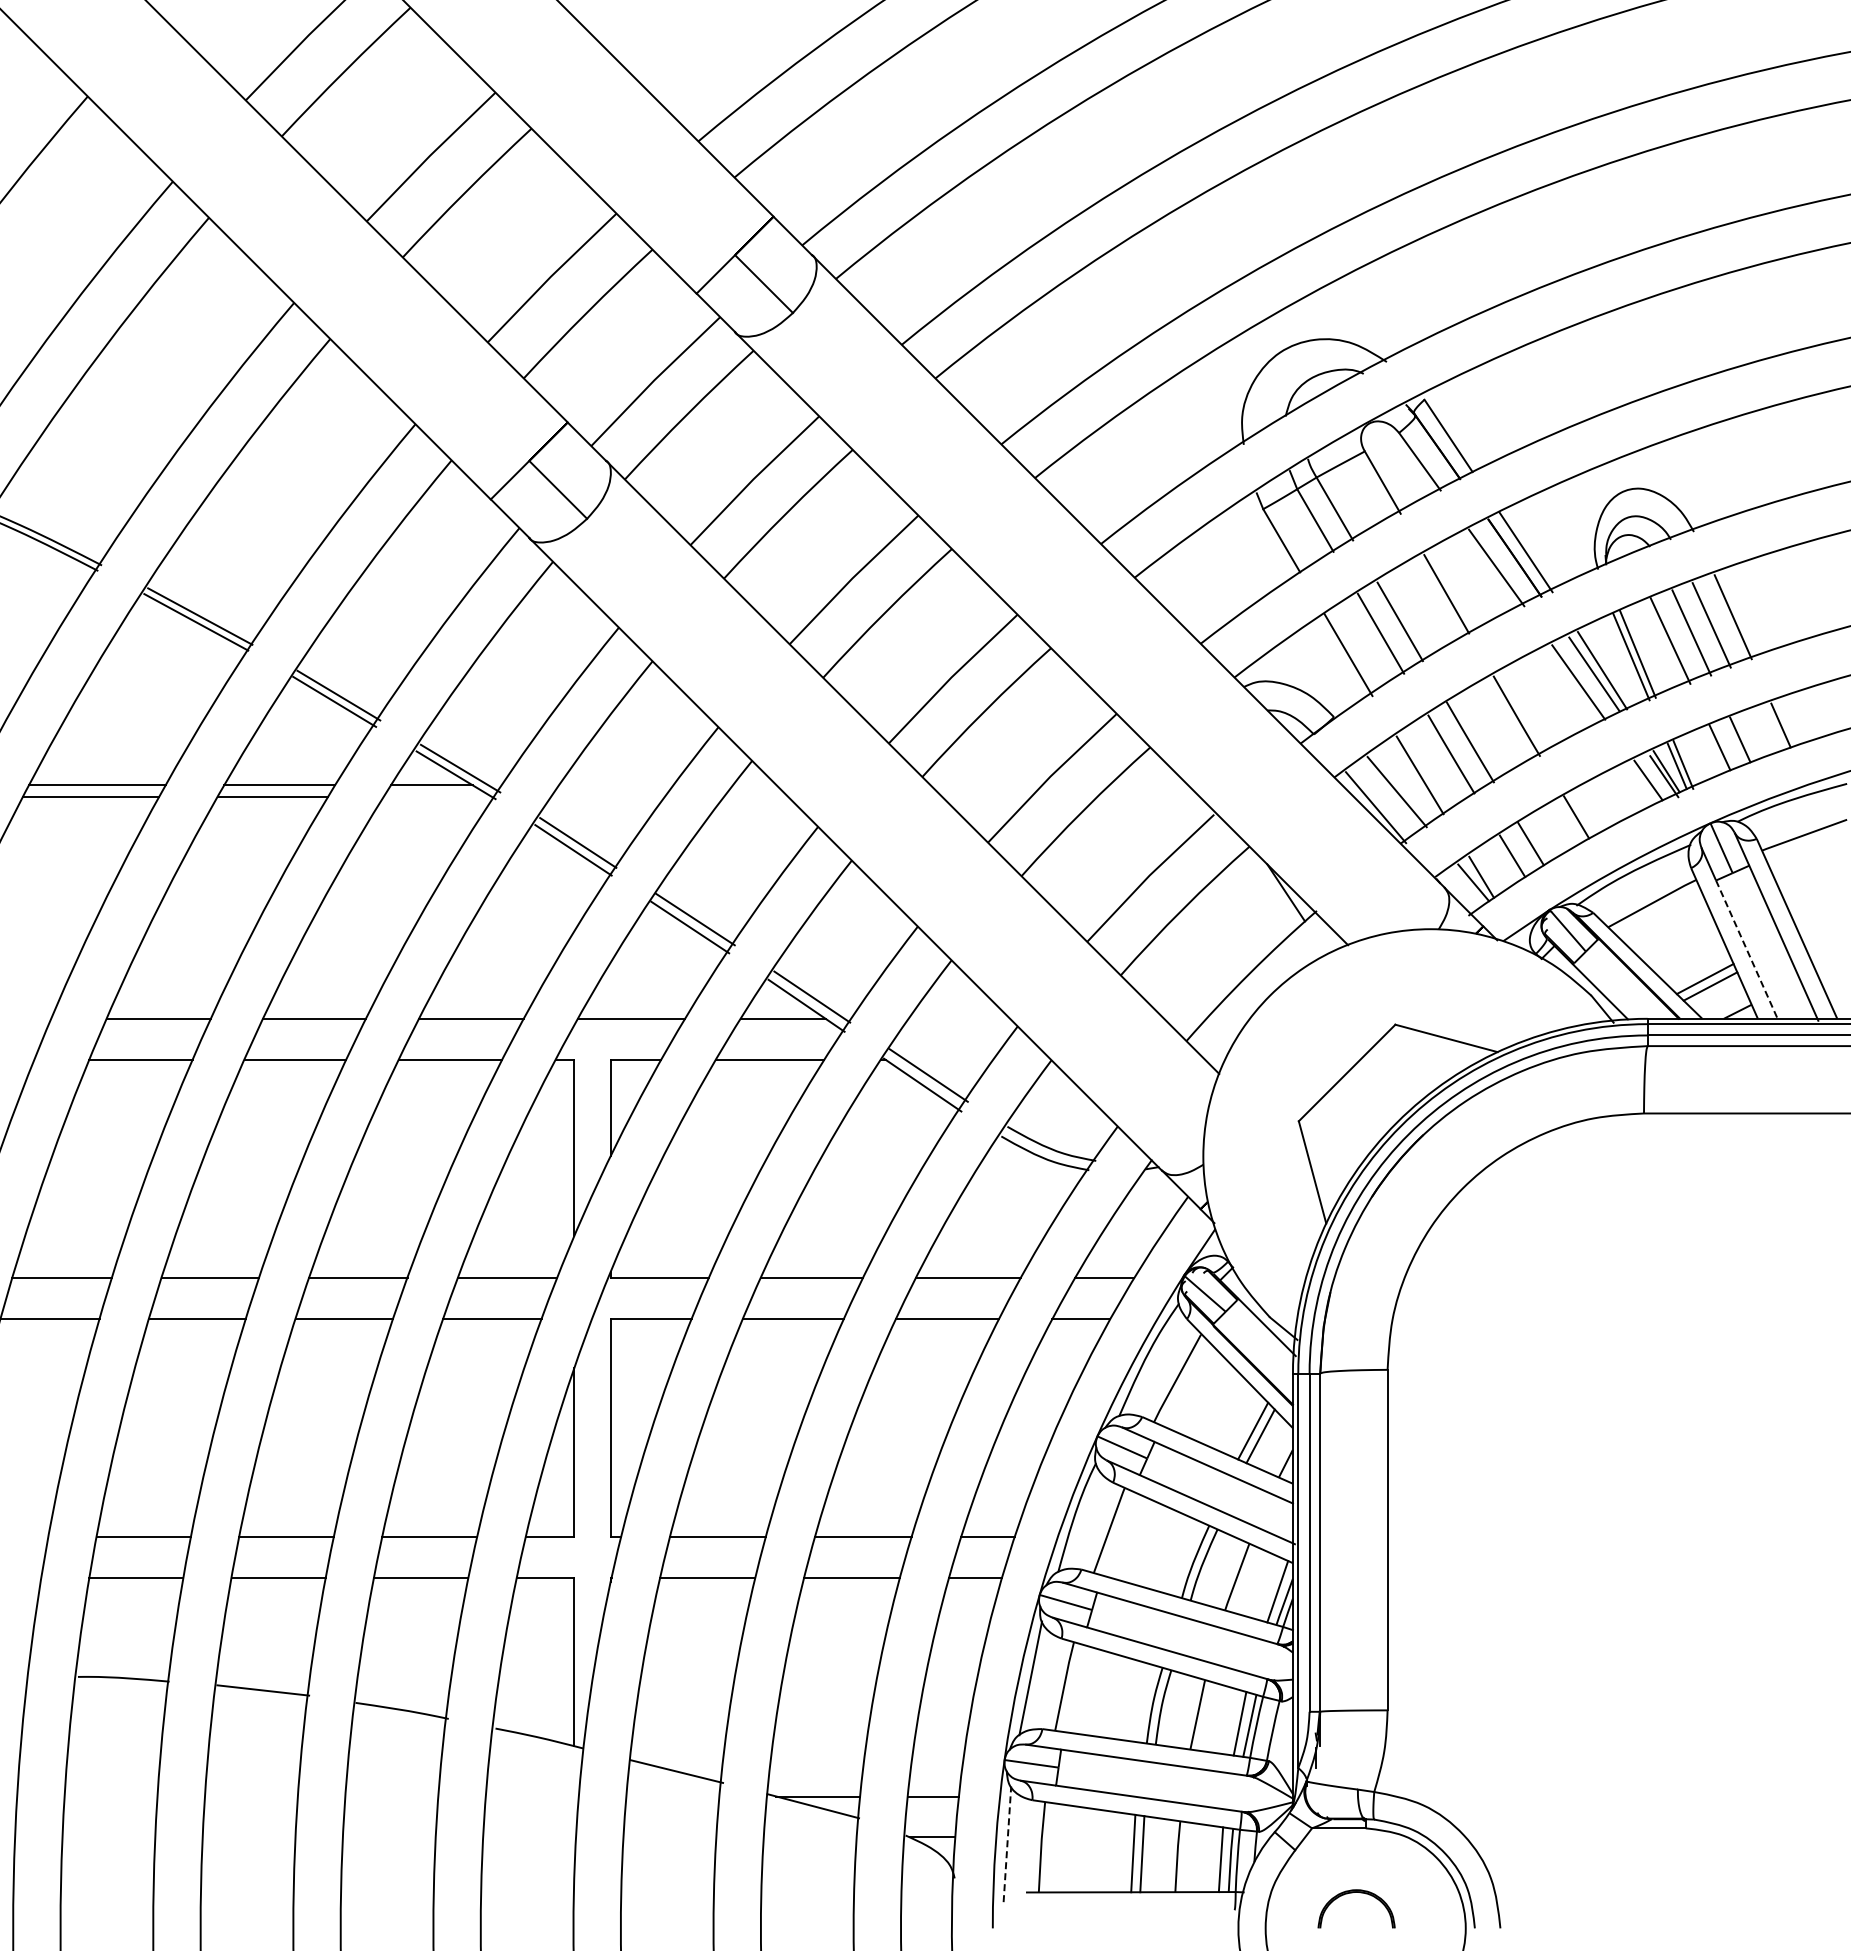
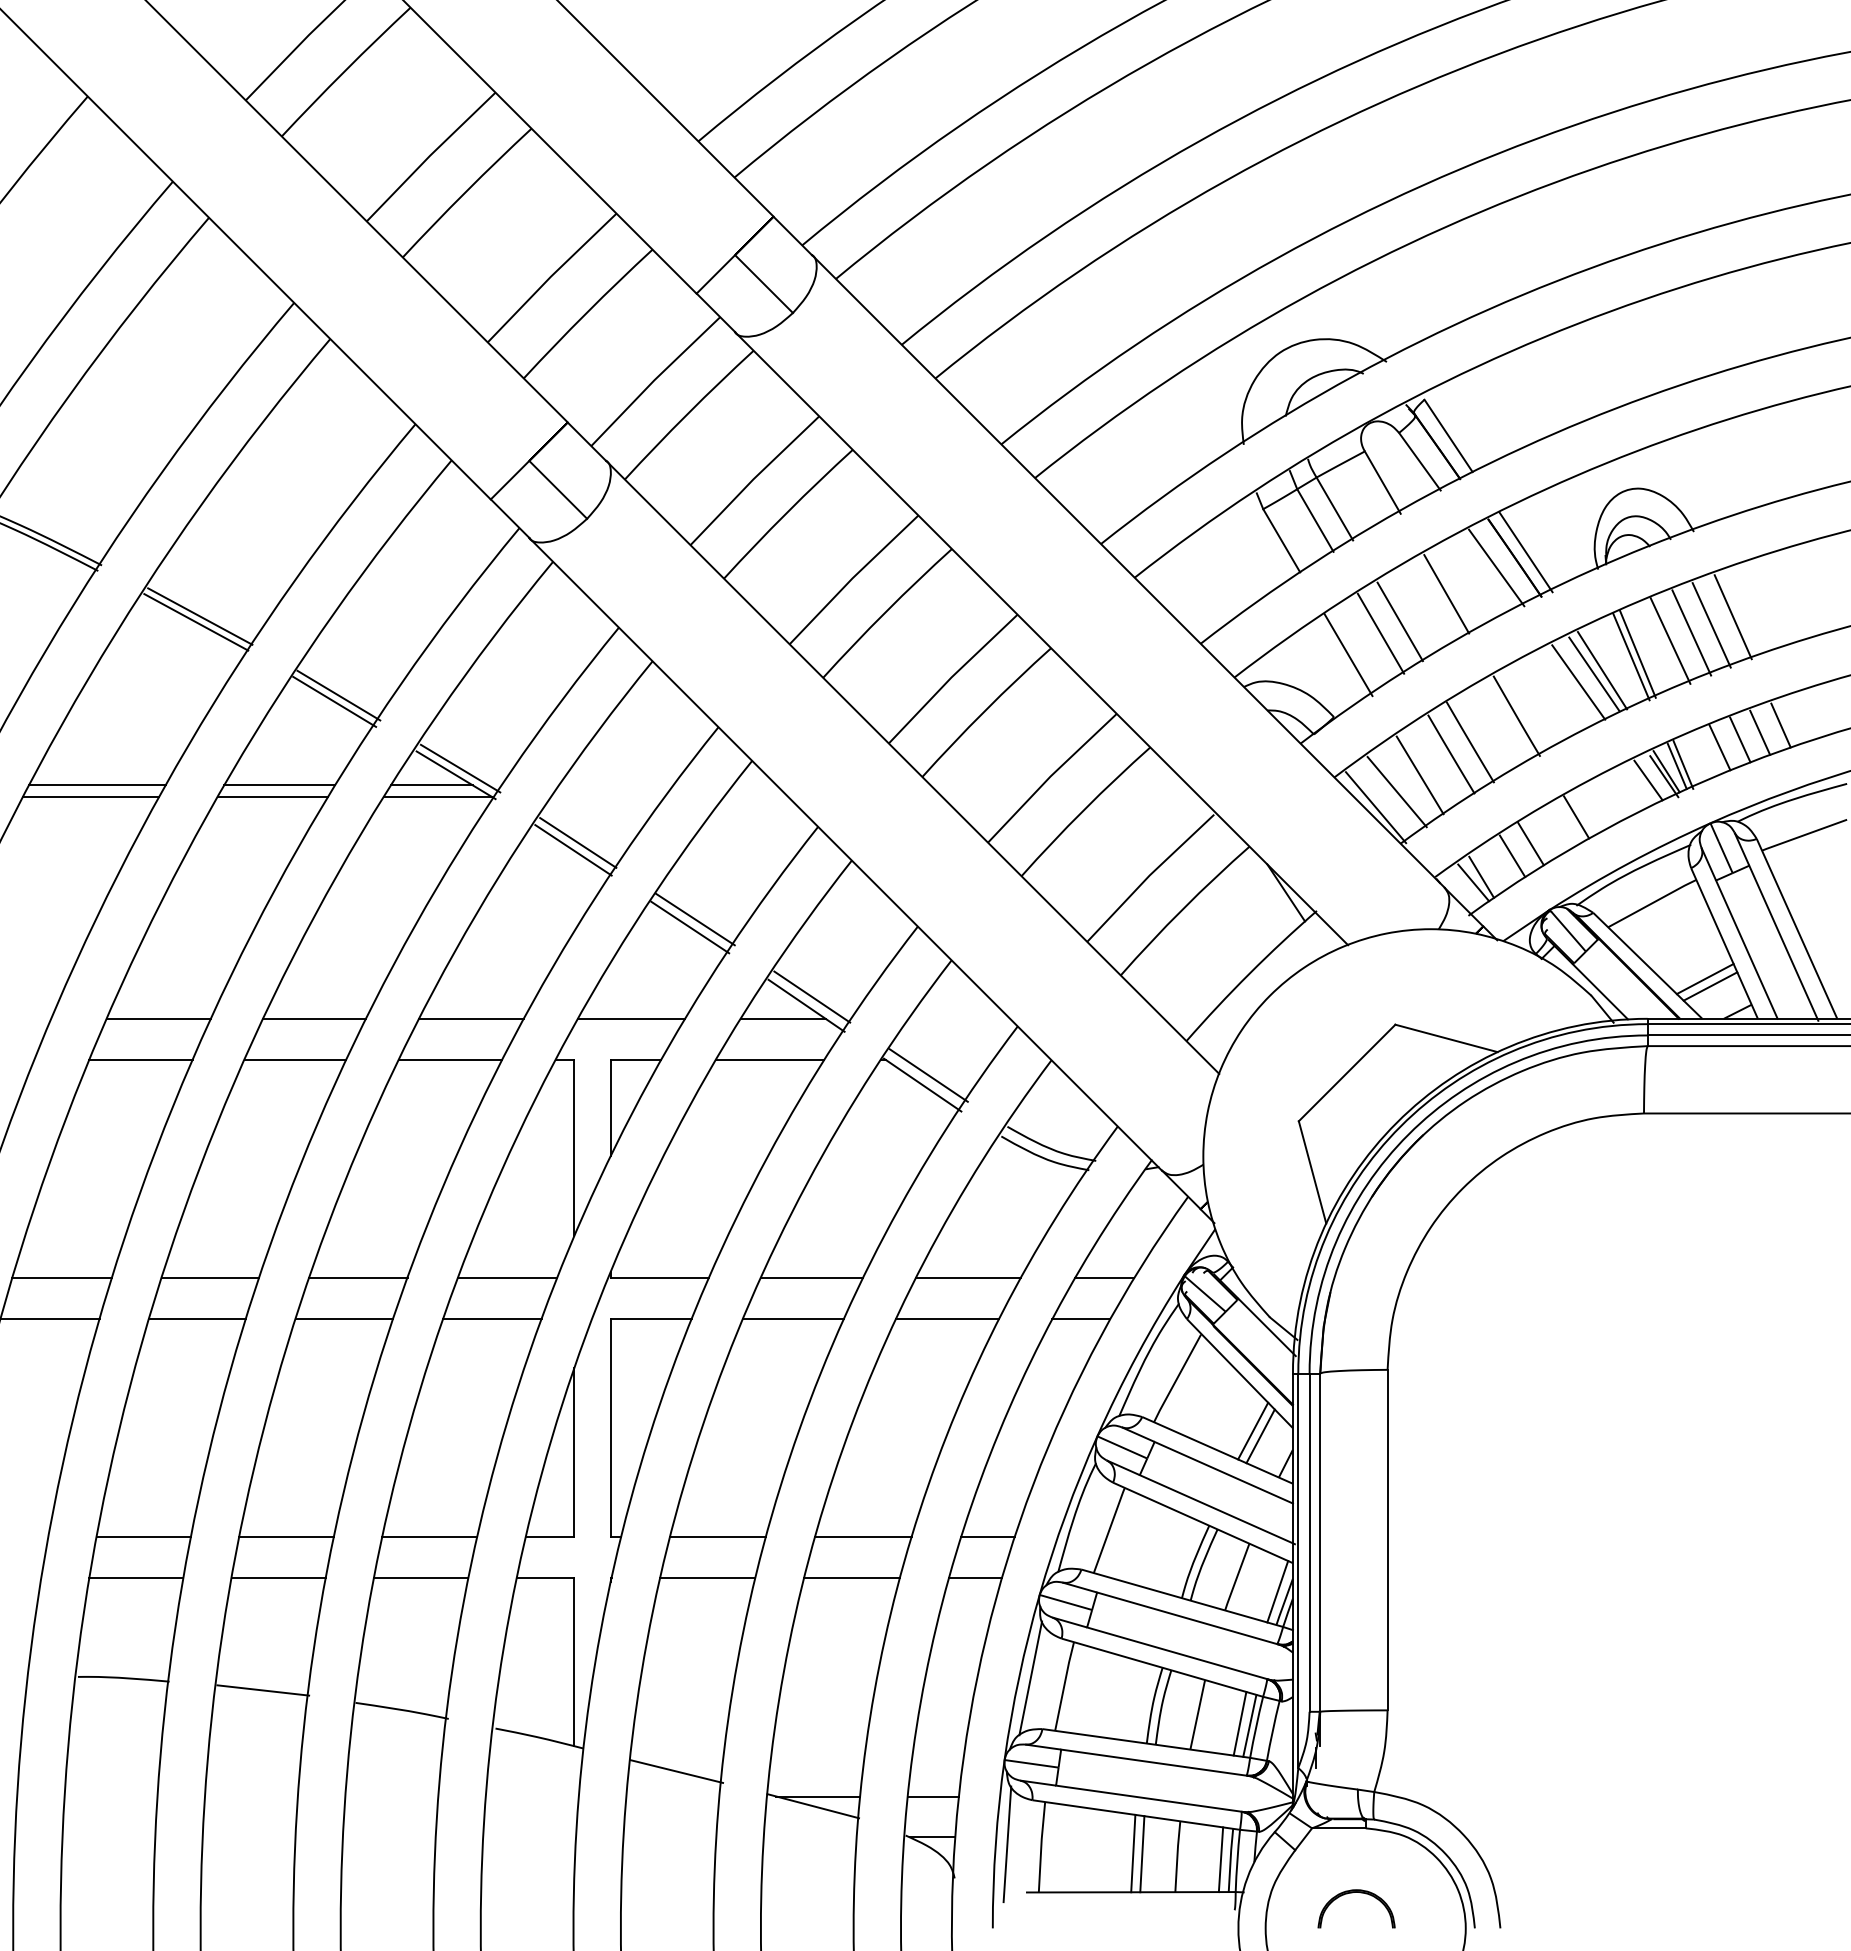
line at (1760, 732): none -> present
line at (437, 796): none -> present
line at (1746, 949): dashed -> solid
line at (1007, 1844): dashed -> solid
